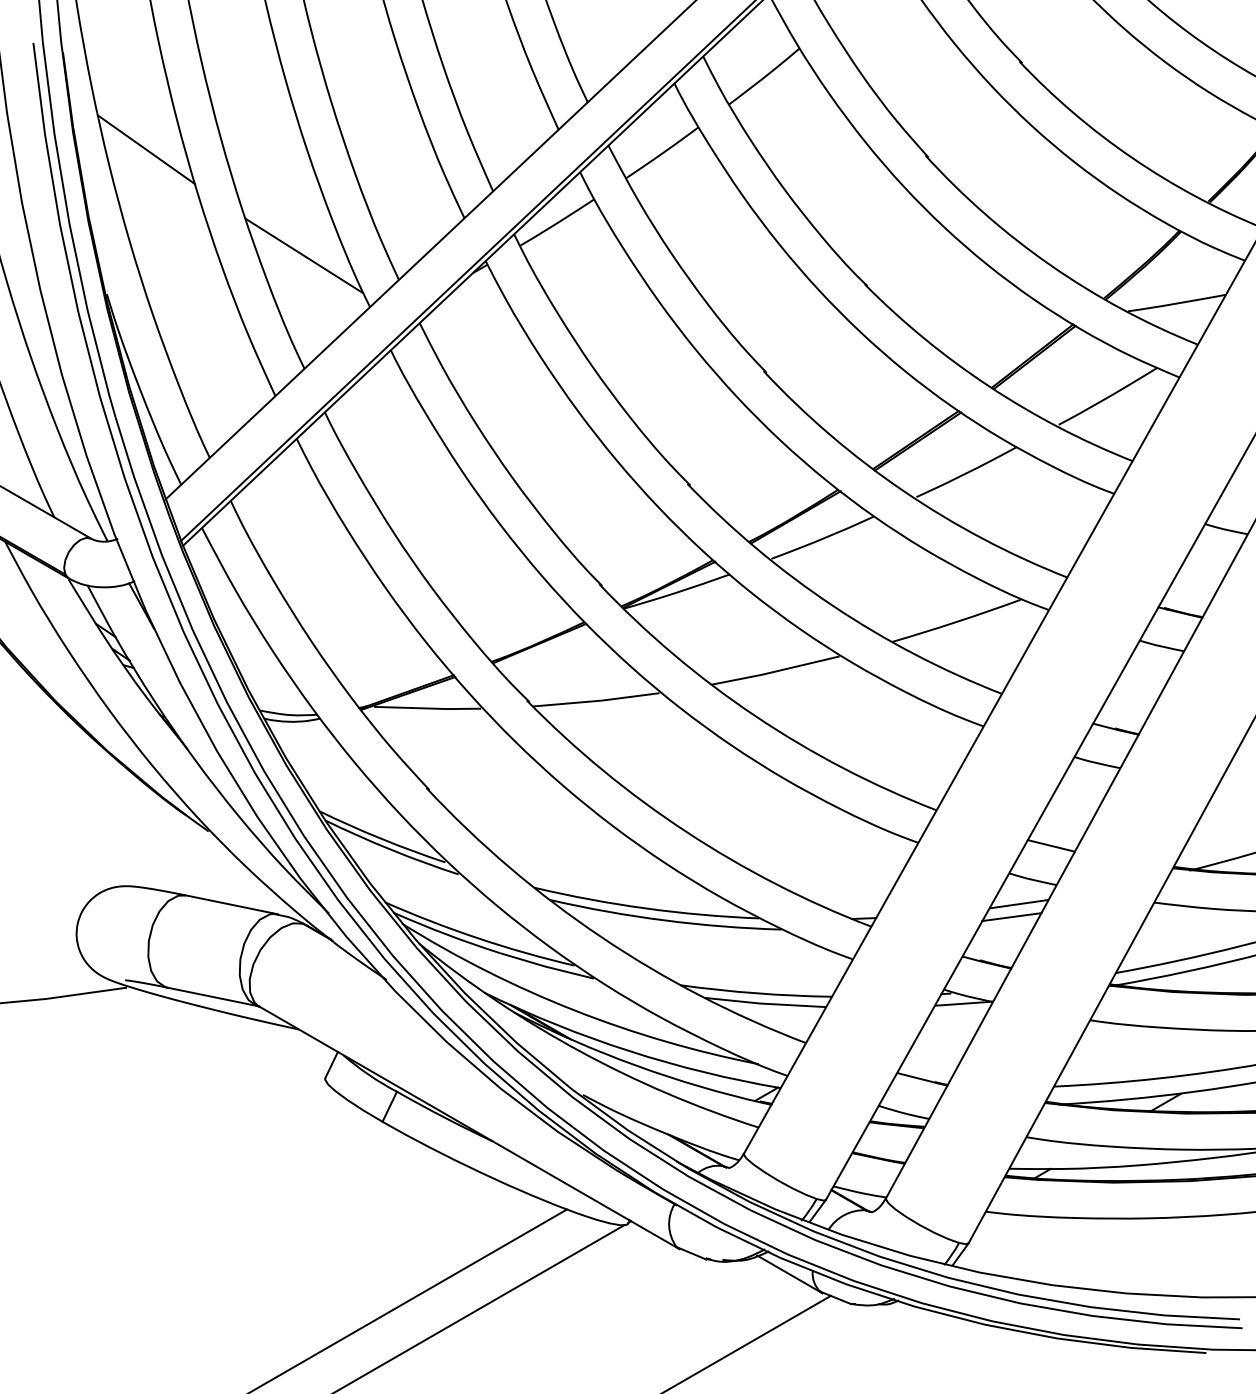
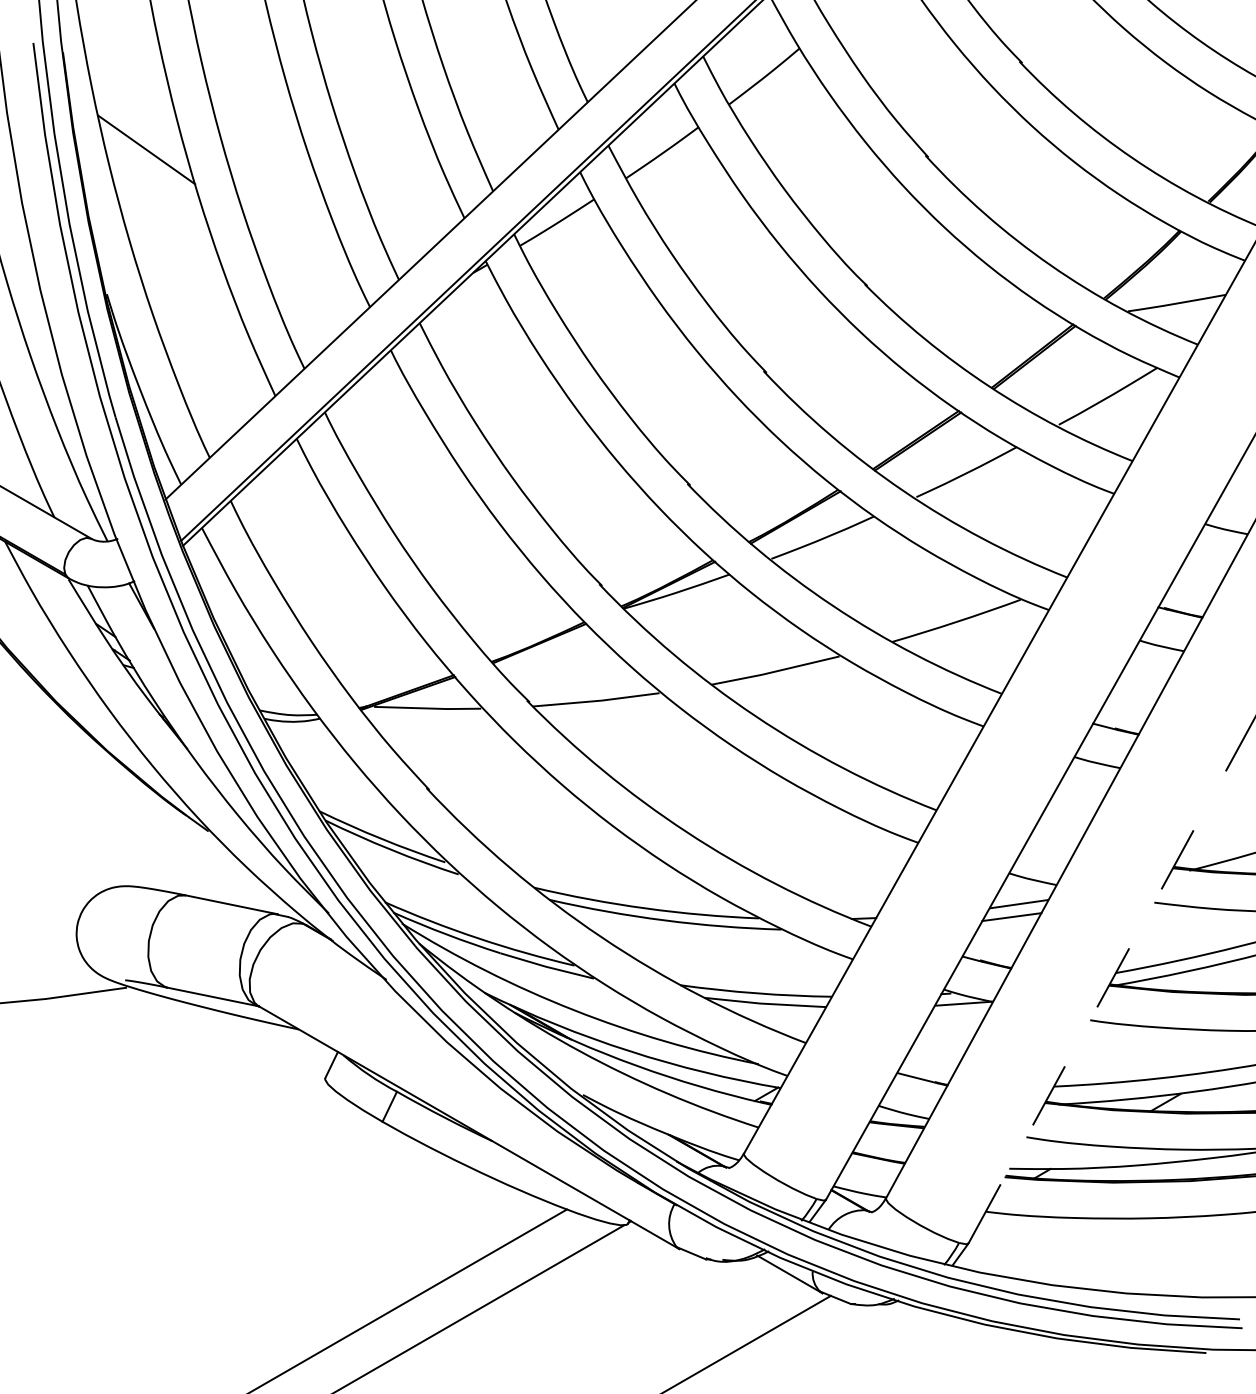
line at (304, 255): present -> none
line at (1050, 845): present -> none
line at (1112, 980): solid -> dashed
